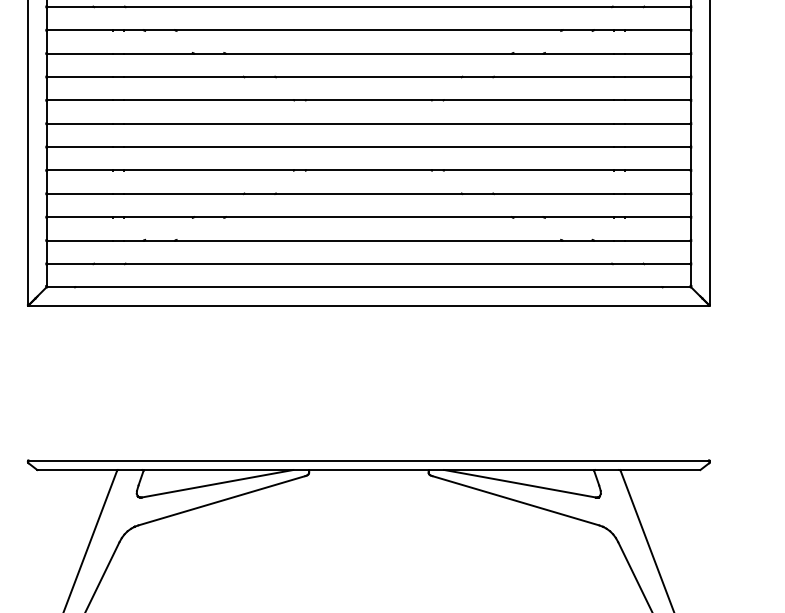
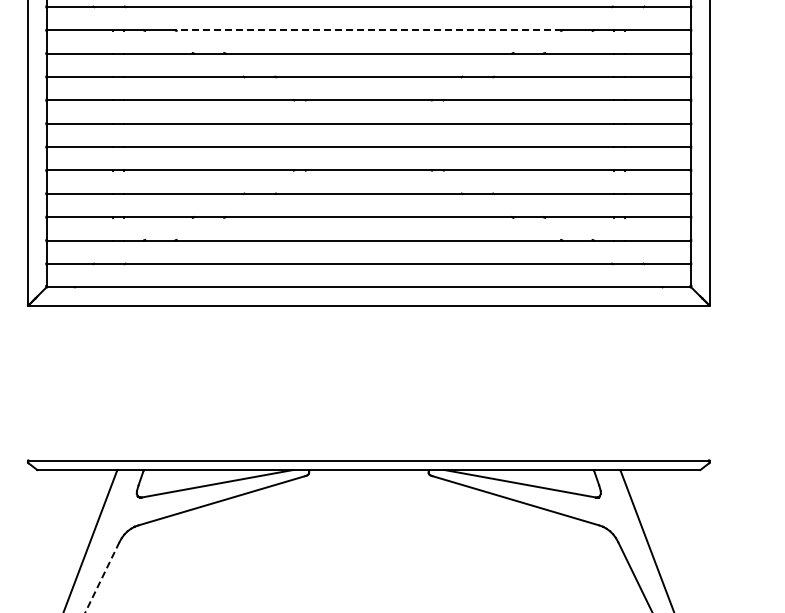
line at (368, 30): solid -> dashed
line at (102, 577): solid -> dashed
